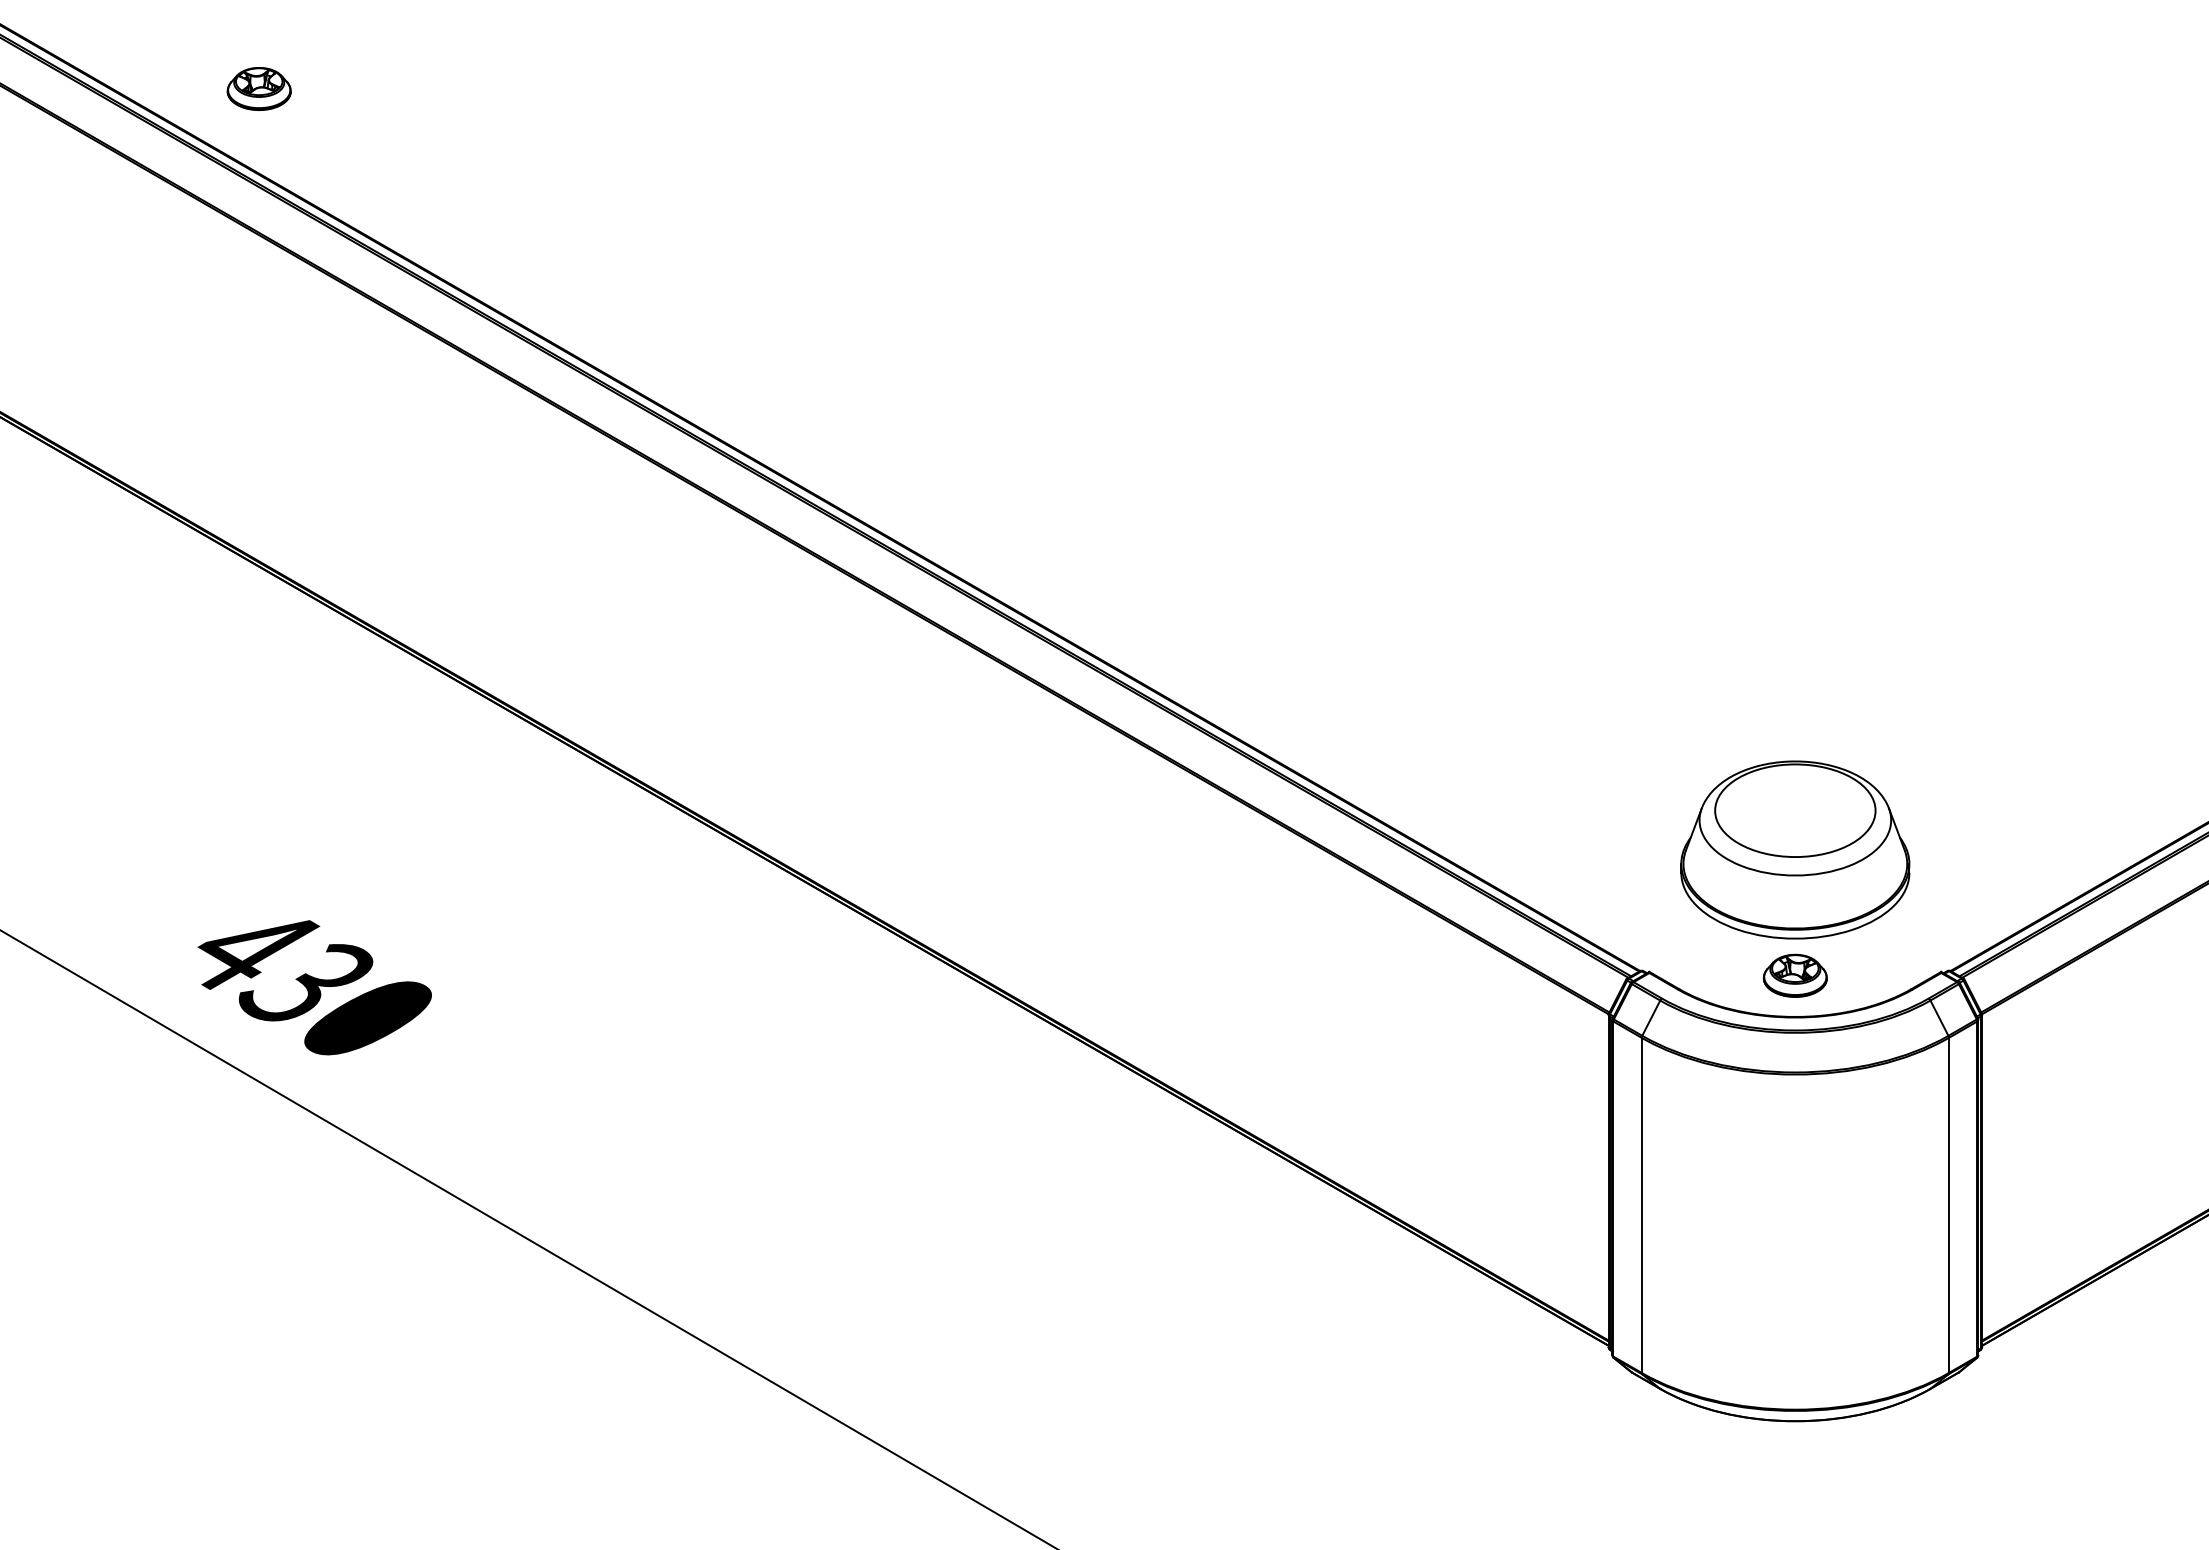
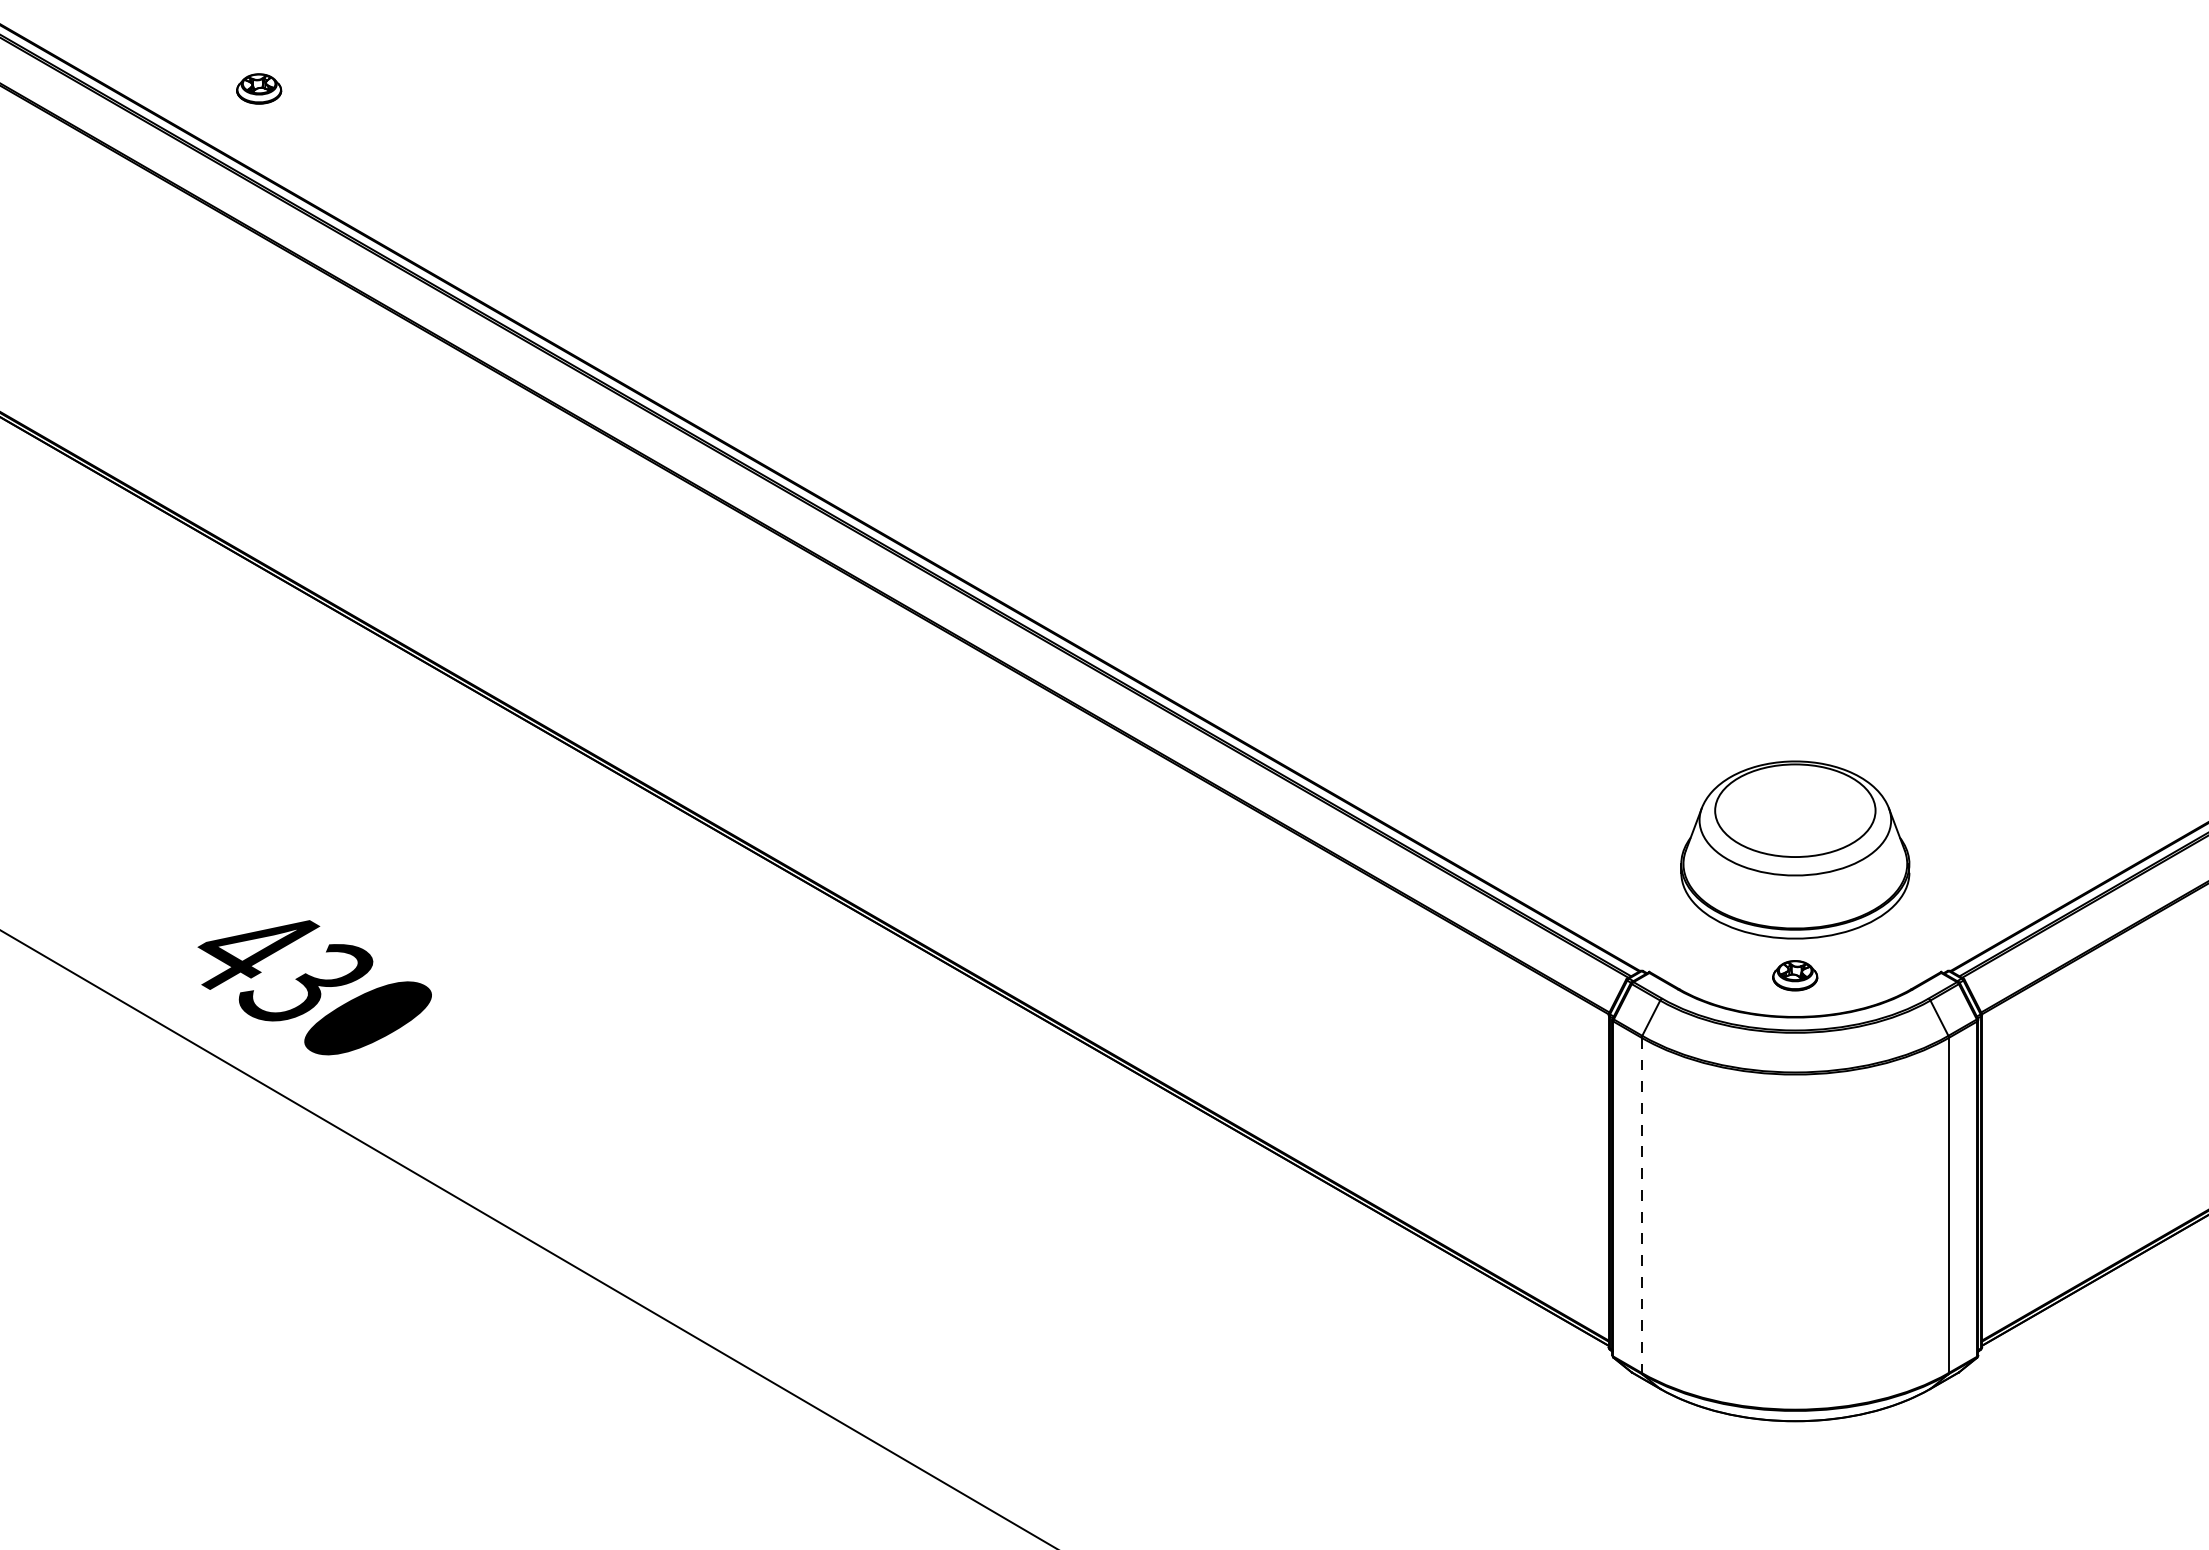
part at (258, 88) size: 66x44 px -> 47x32 px
part at (1794, 975) size: 66x45 px -> 47x32 px
line at (1641, 1205): solid -> dashed
